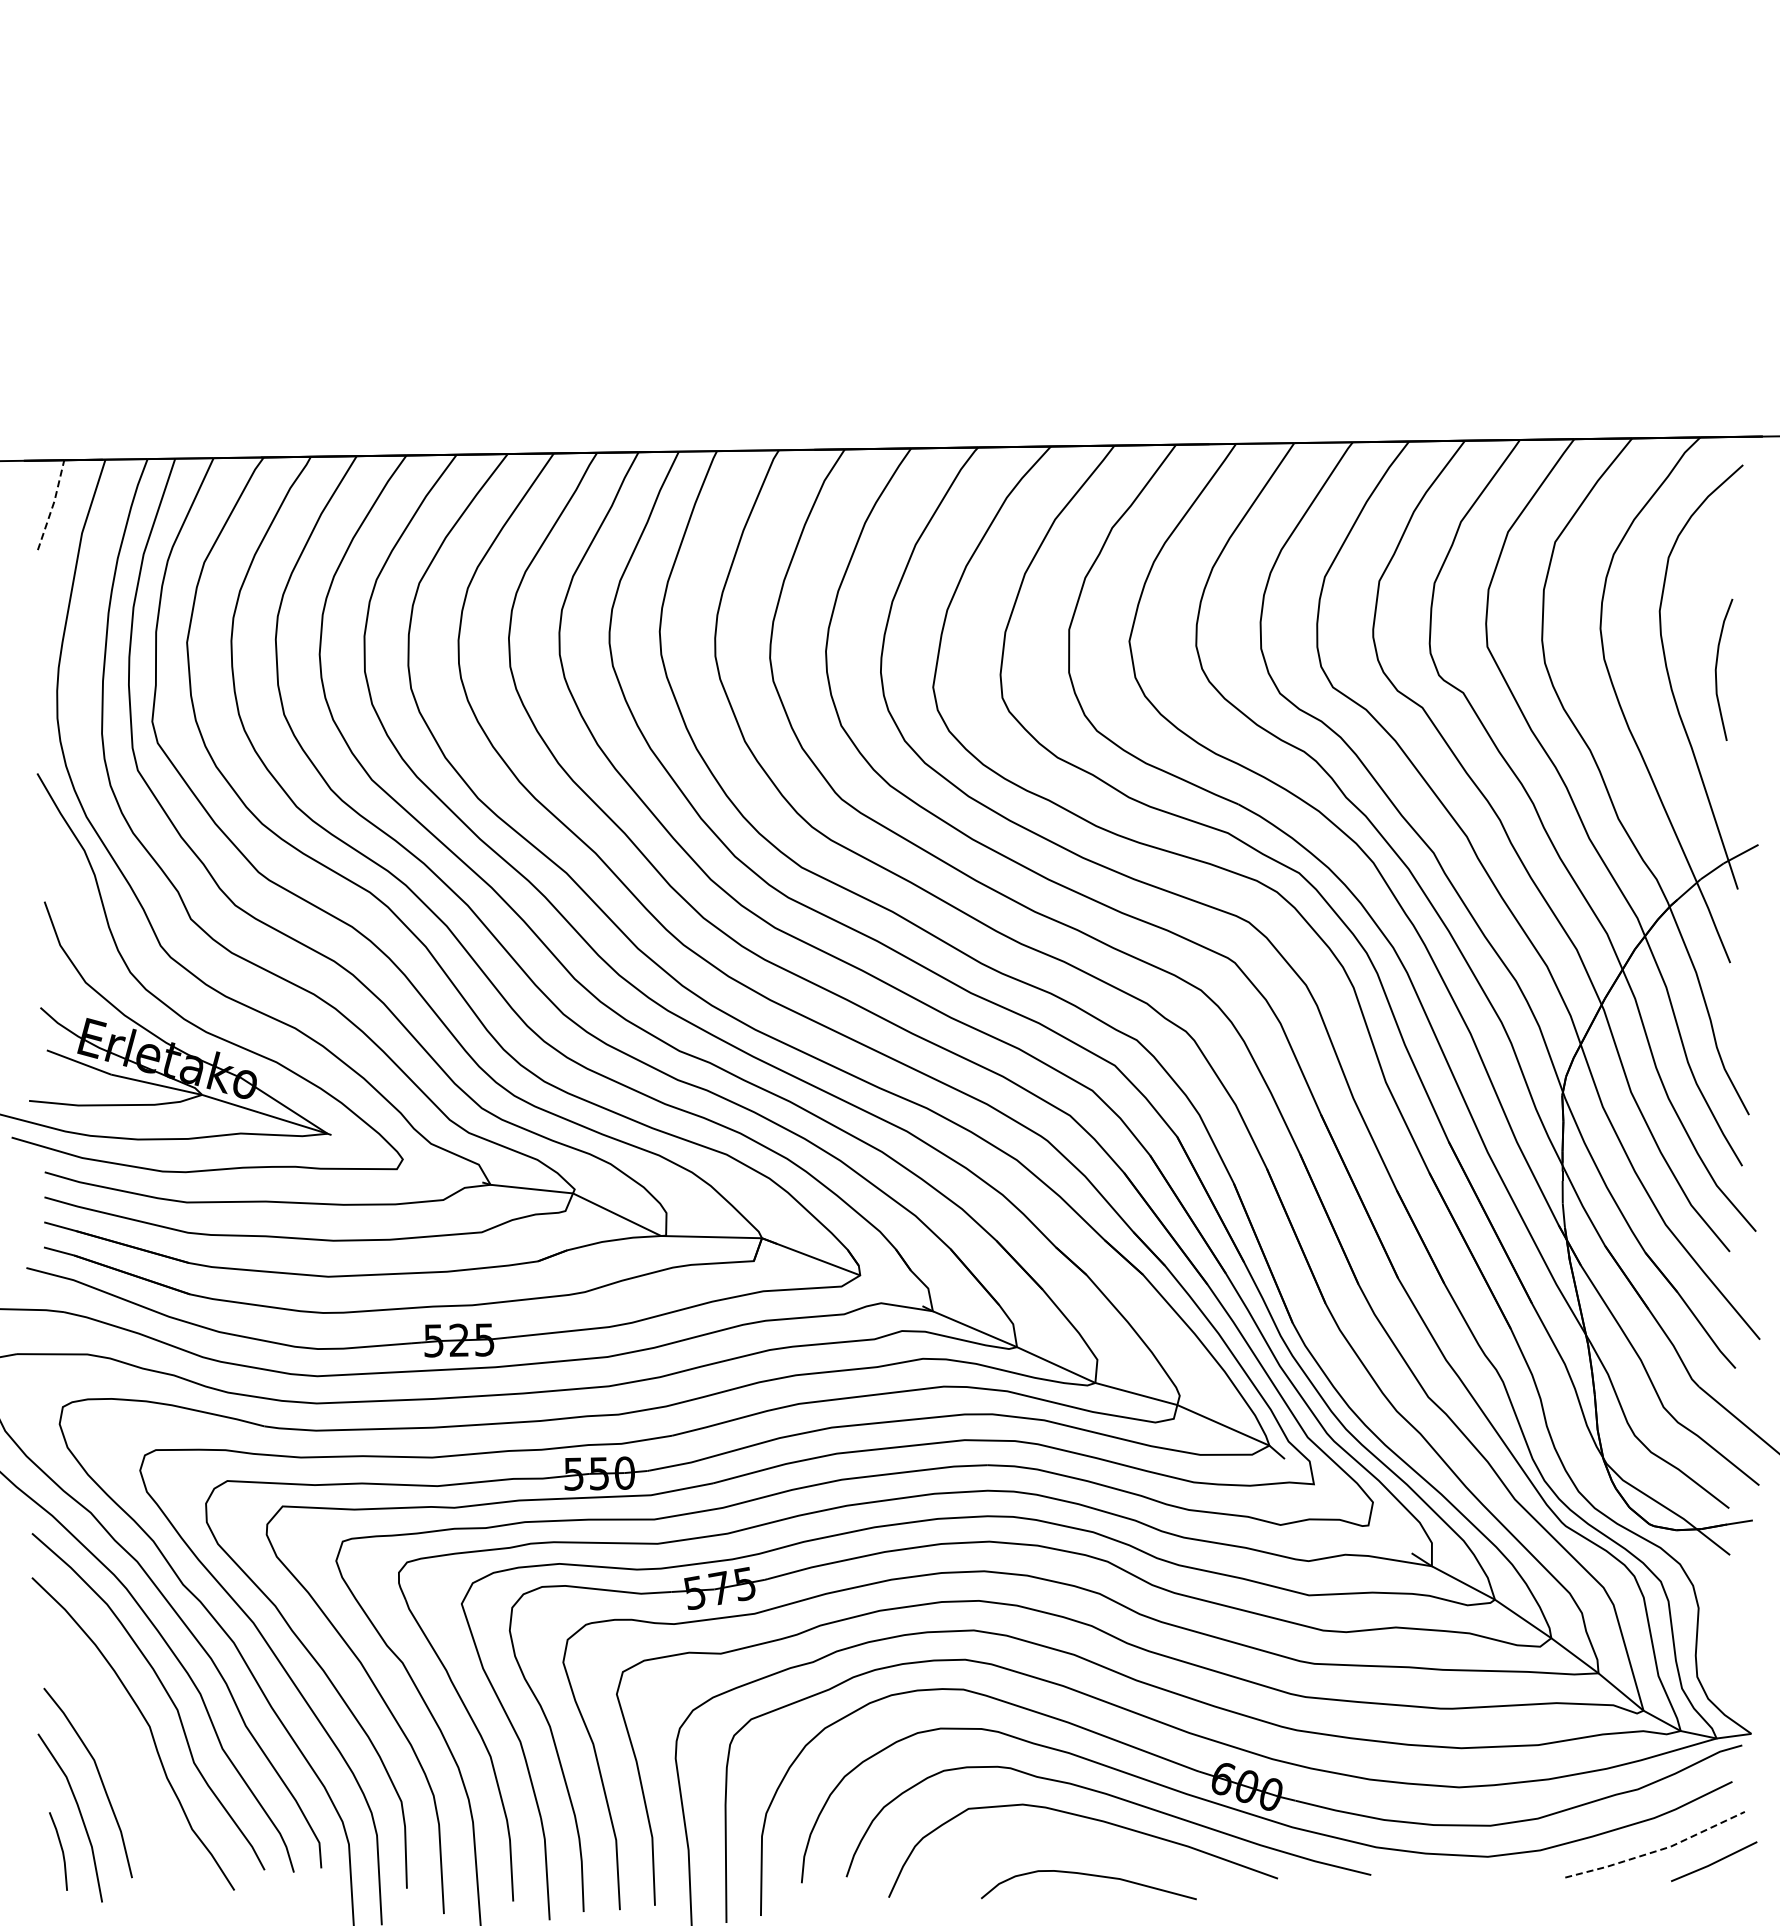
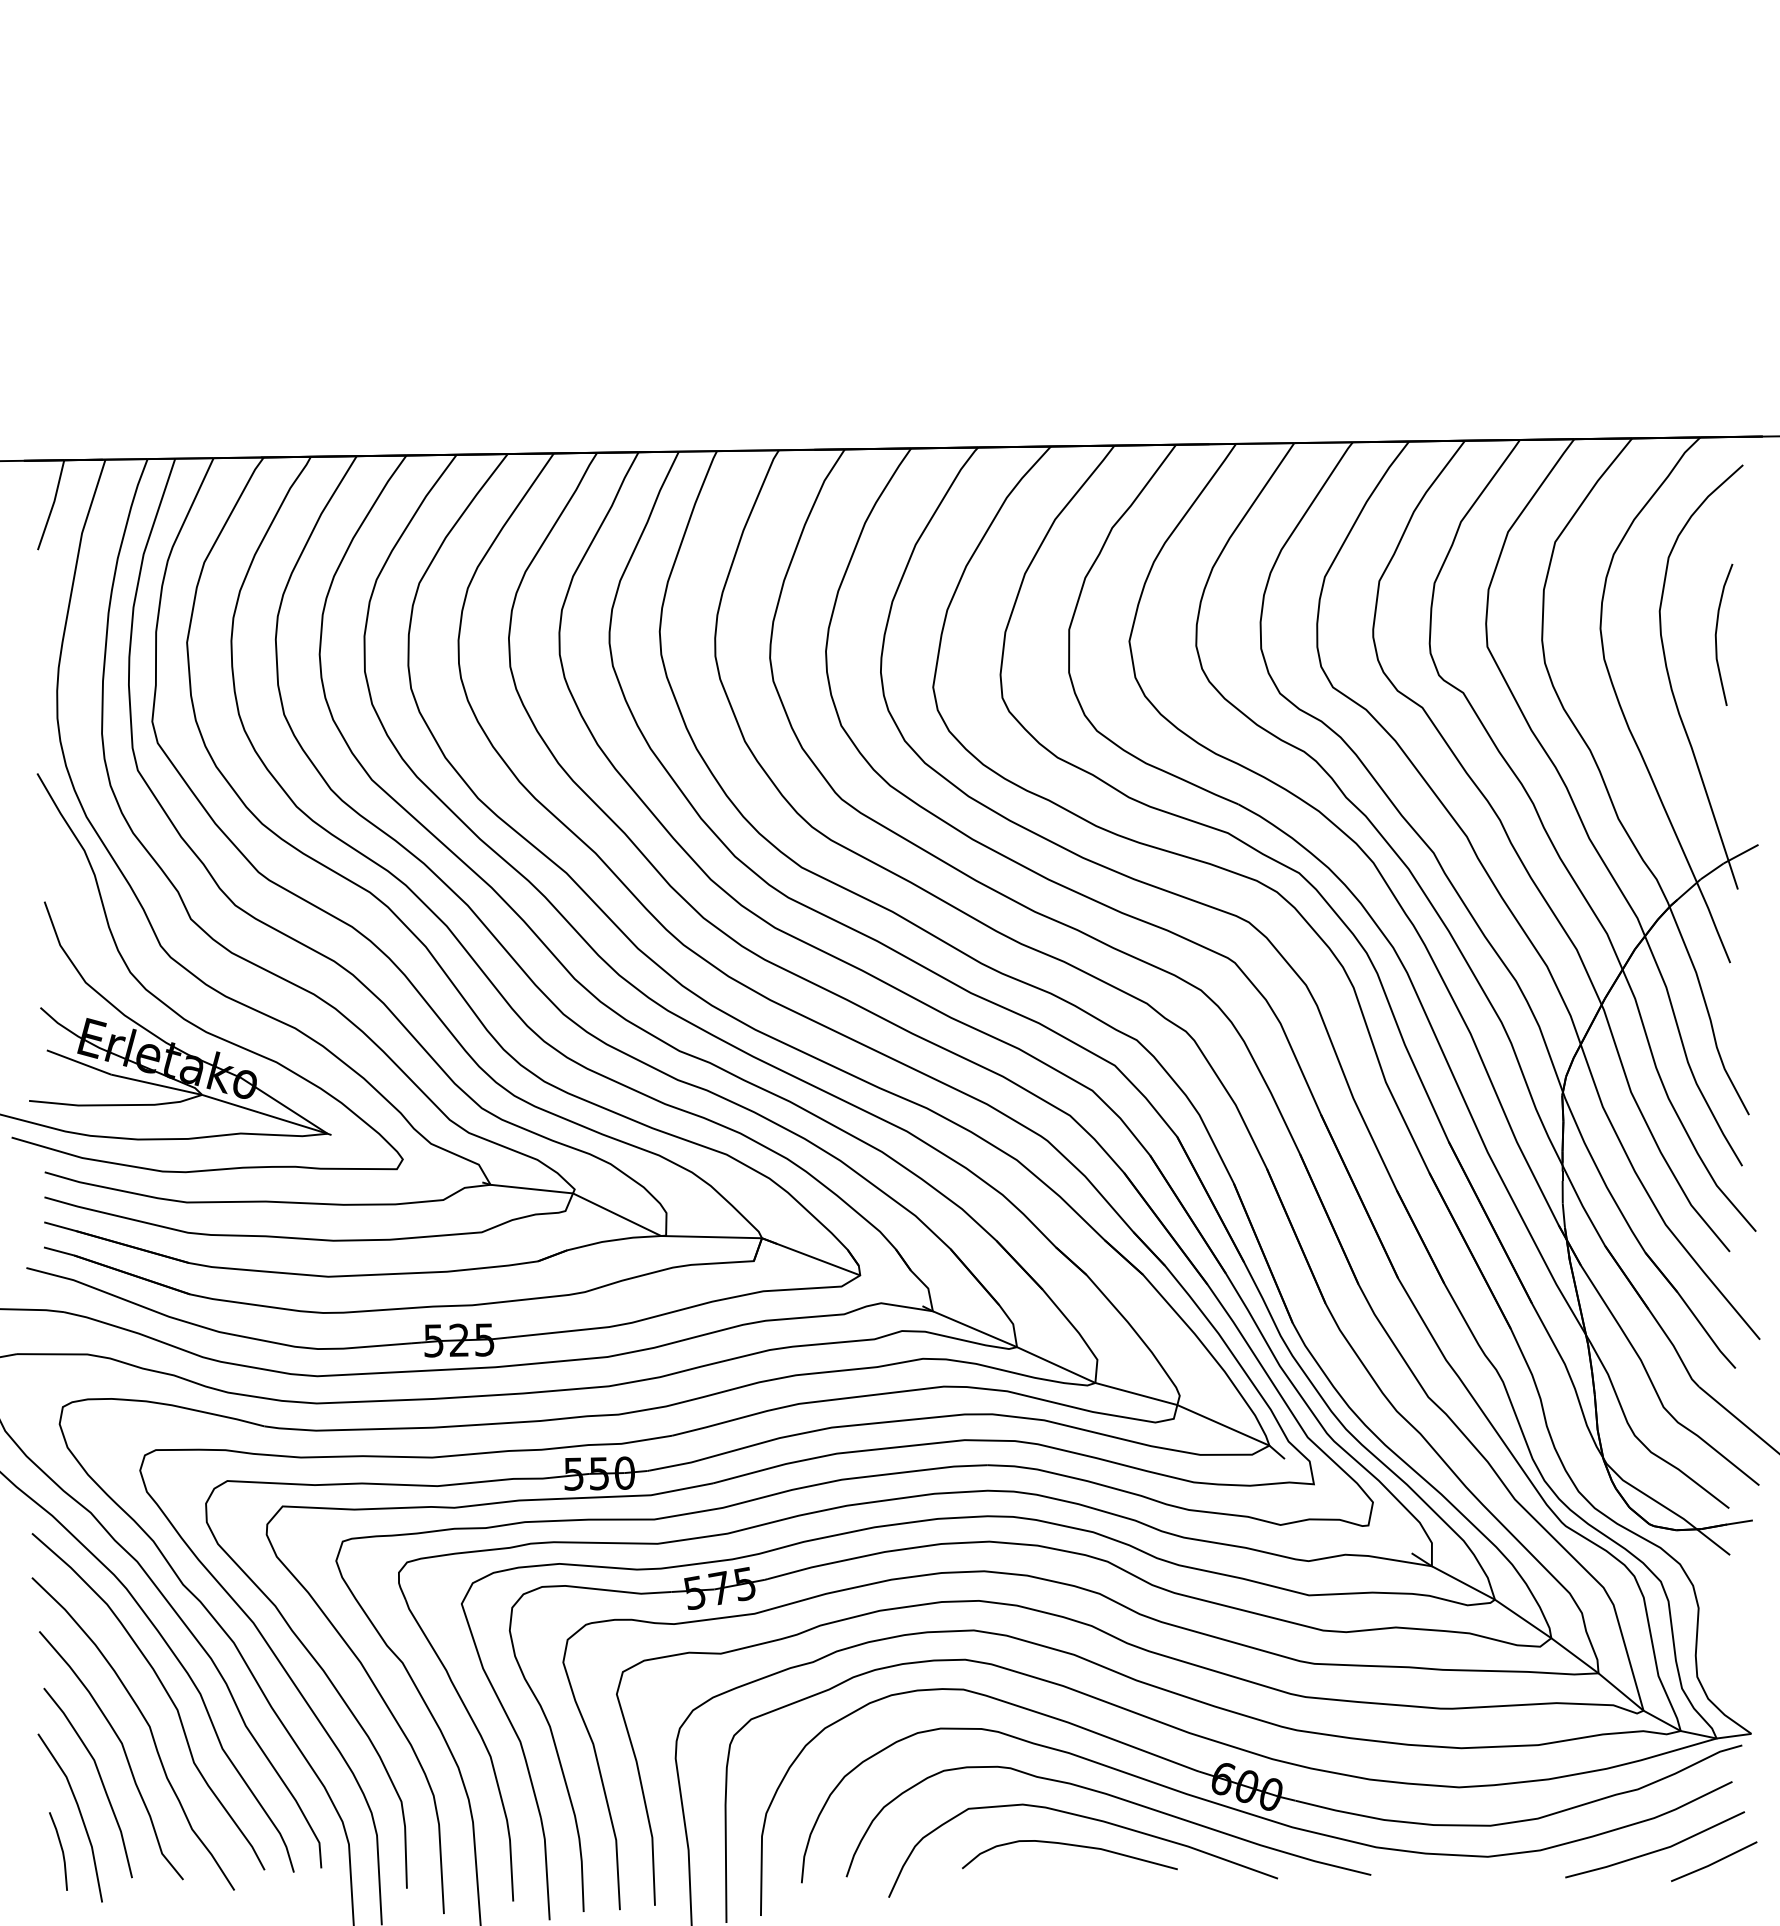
line at (53, 504): dashed -> solid
curve at (1717, 666) position: (1717, 666) -> (1717, 631)
curve at (123, 1751): none -> present
line at (1657, 1850): dashed -> solid
curve at (1092, 1876) position: (1092, 1876) -> (1073, 1846)
